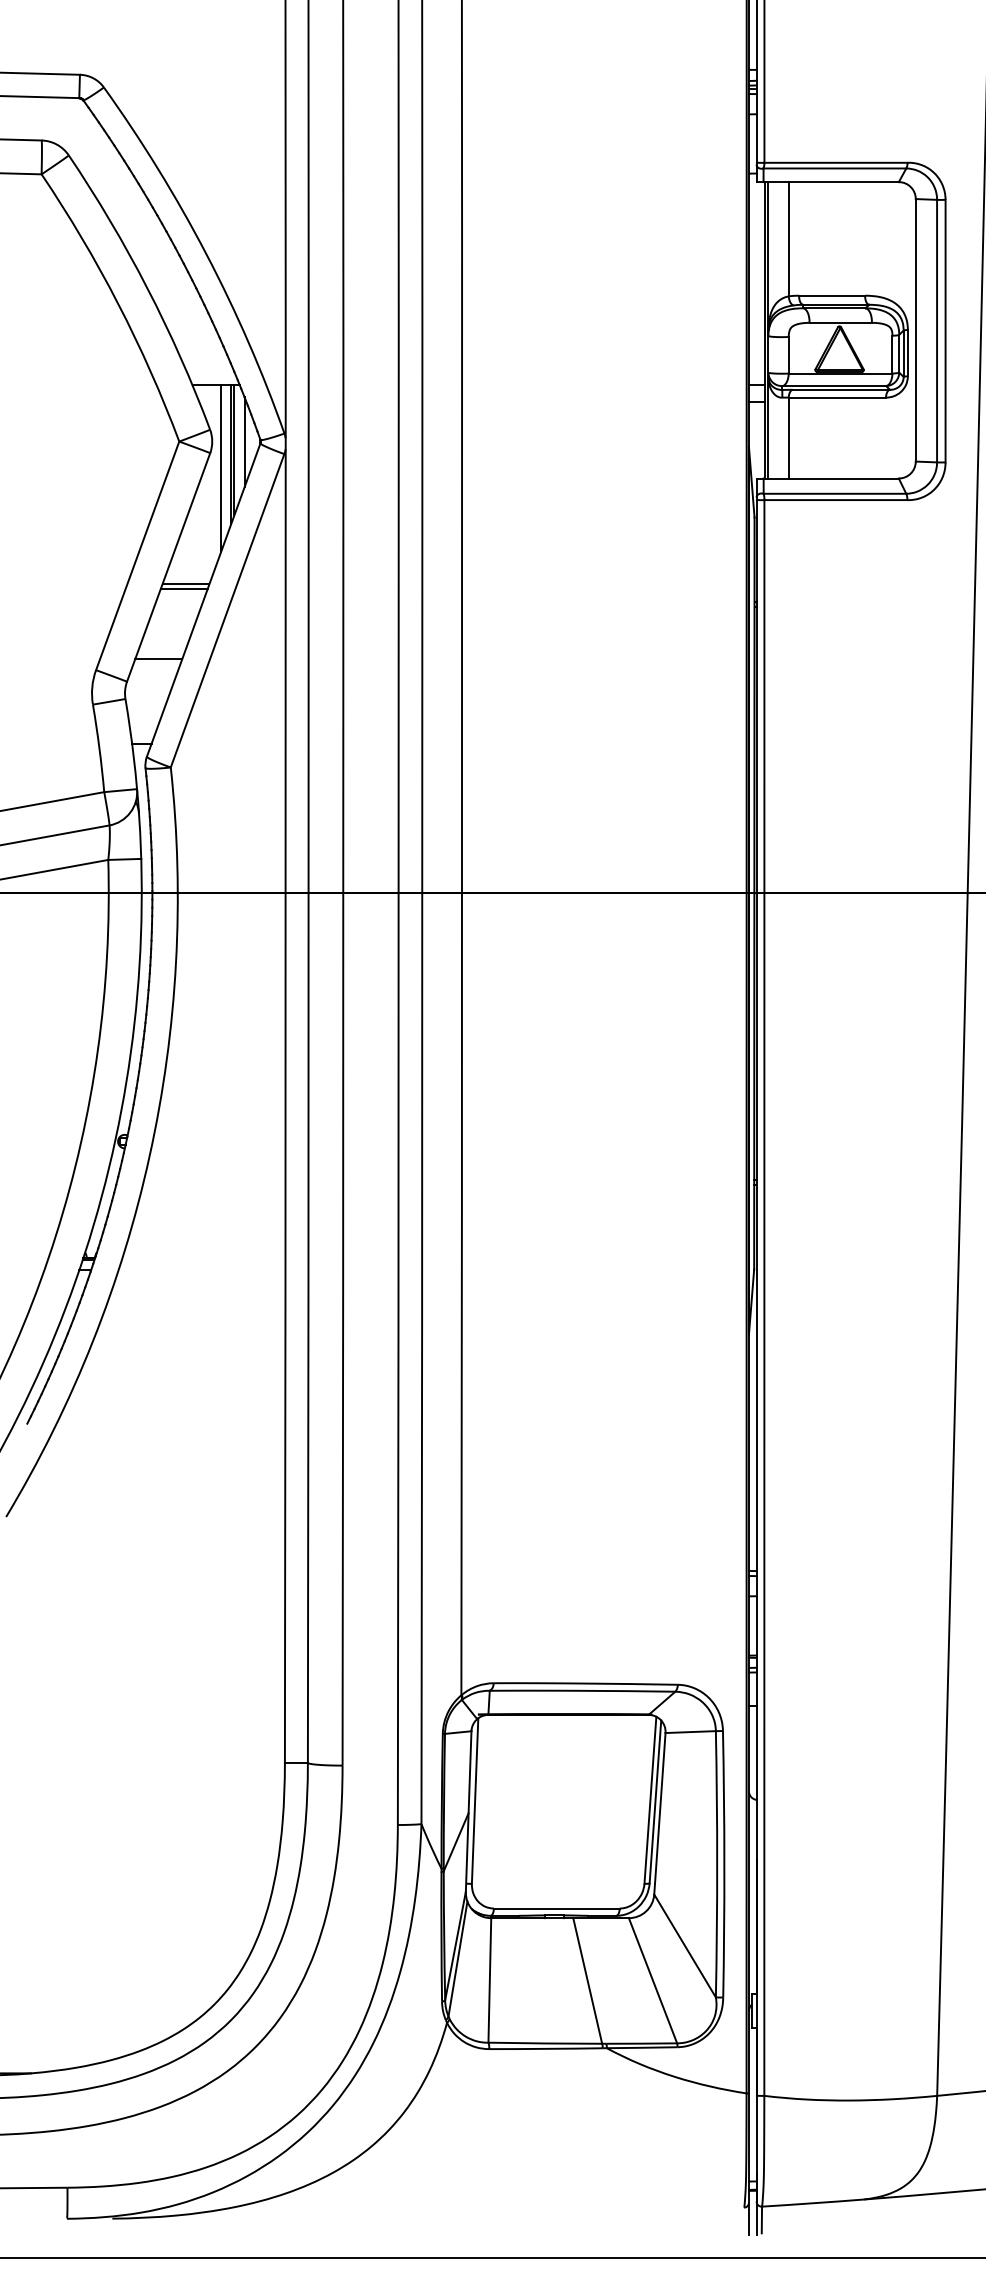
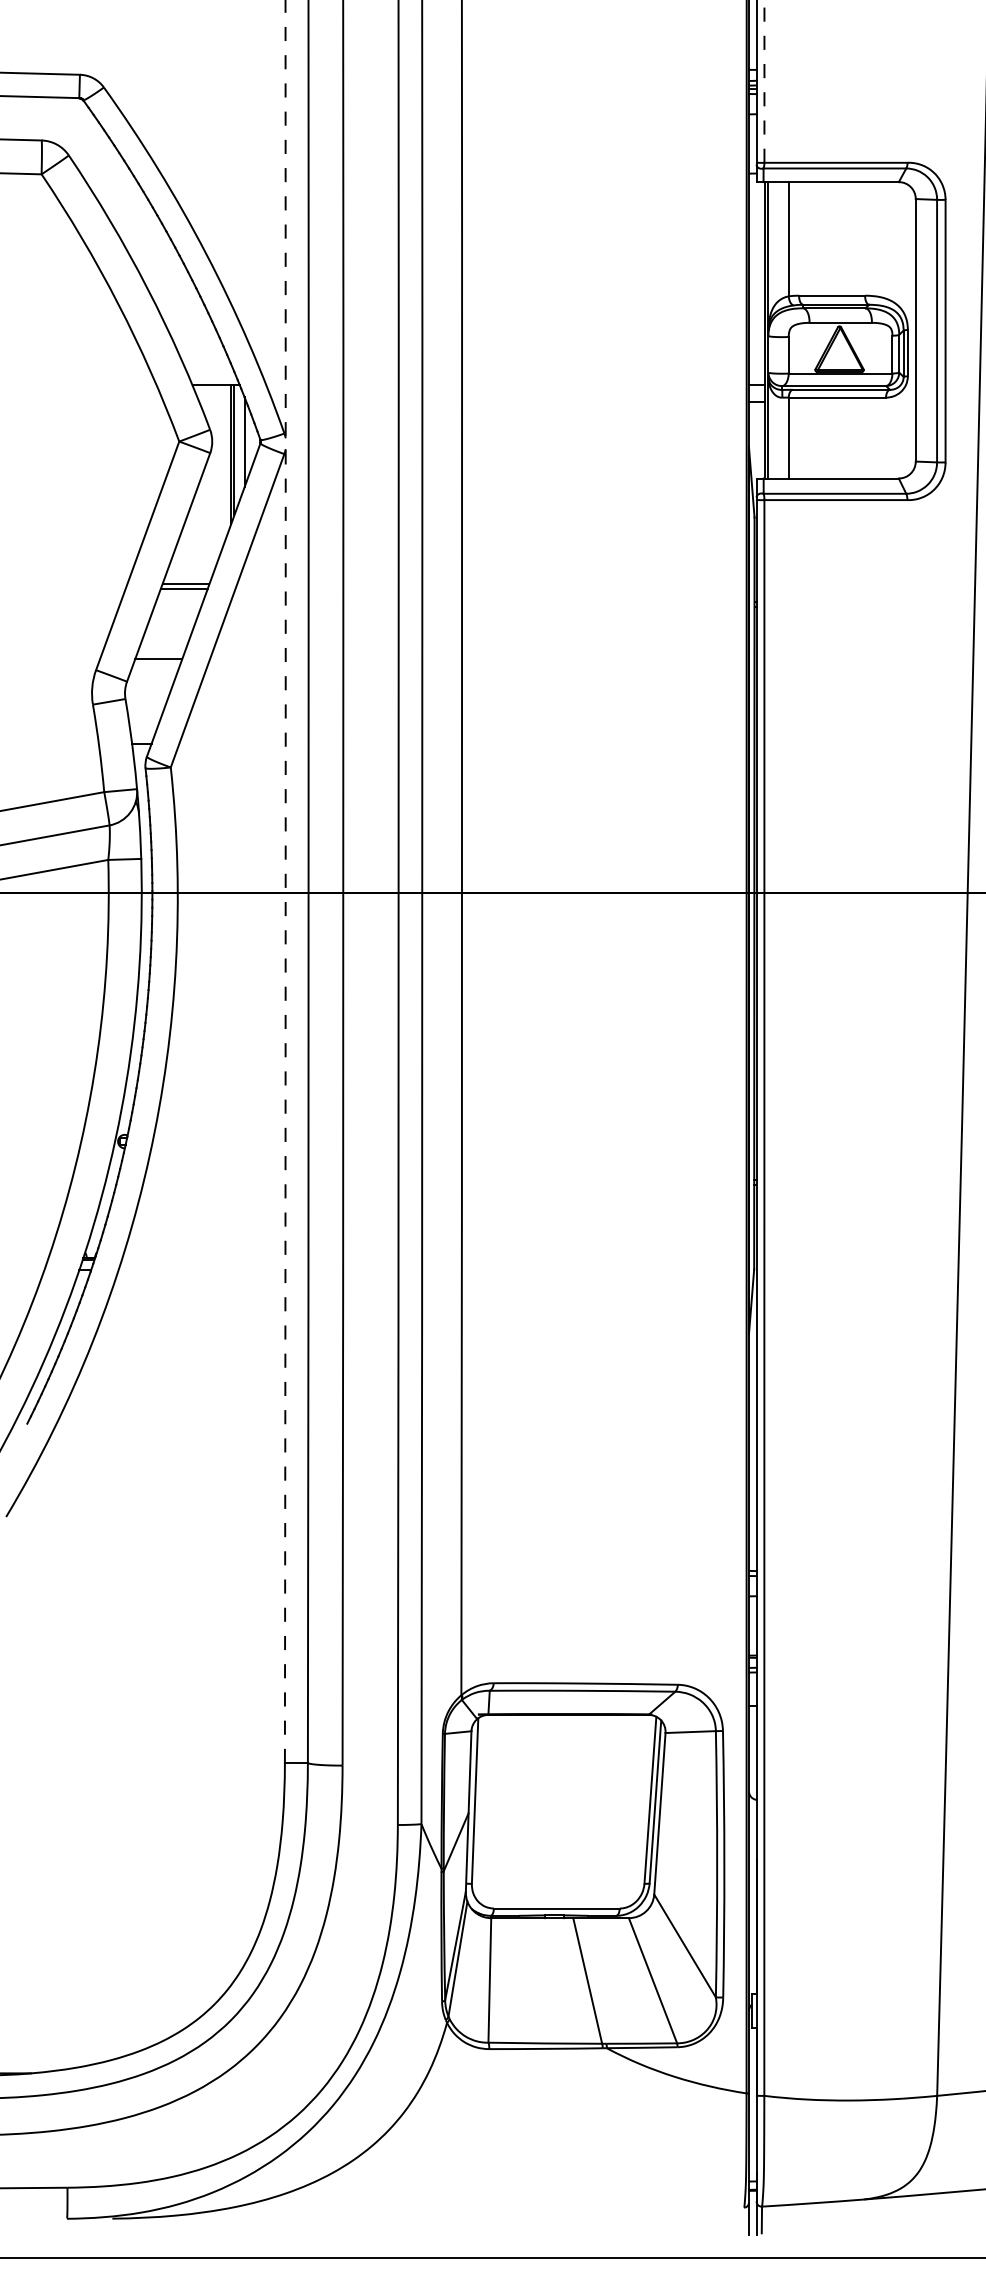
line at (764, 80): solid -> dashed
line at (221, 468): present -> none
arc at (285, 880): solid -> dashed
